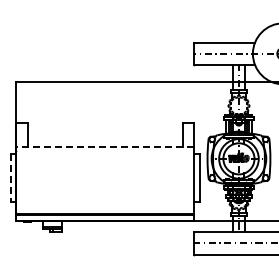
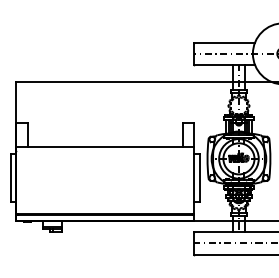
line at (105, 147): dashed -> solid
line at (10, 178): dashed -> solid
